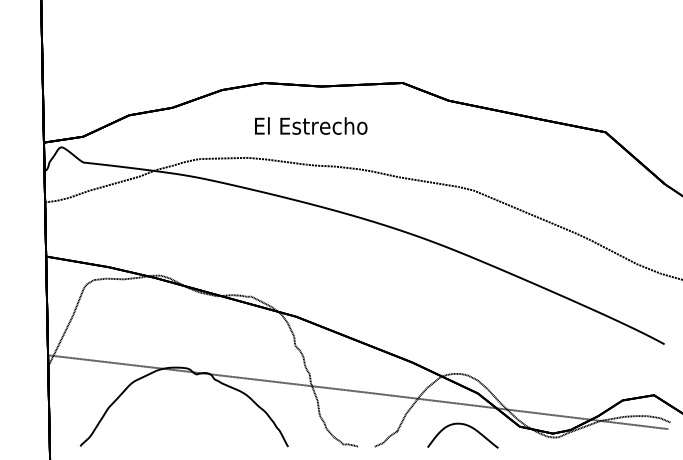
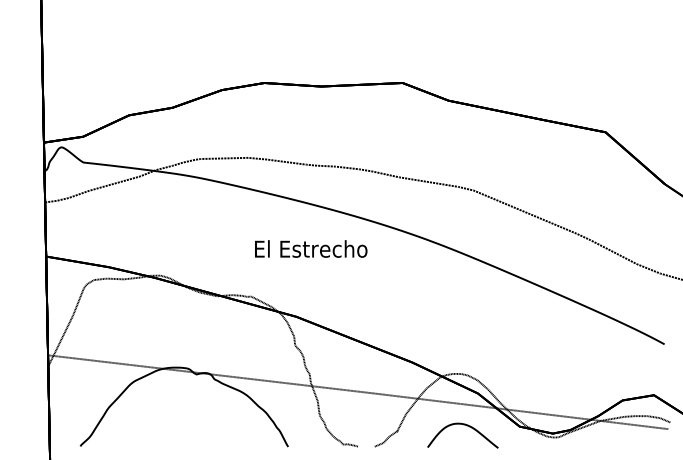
text at (311, 125) position: (311, 125) -> (311, 248)
